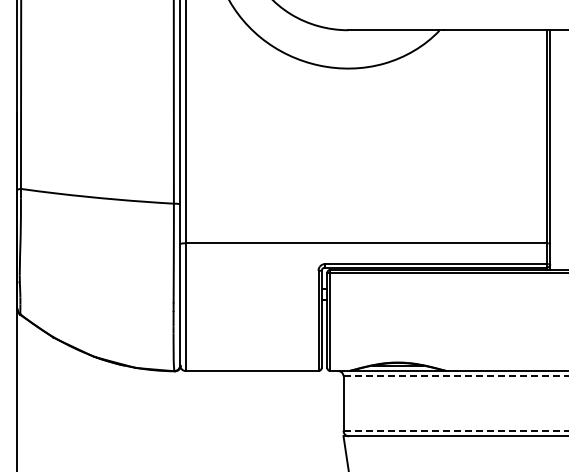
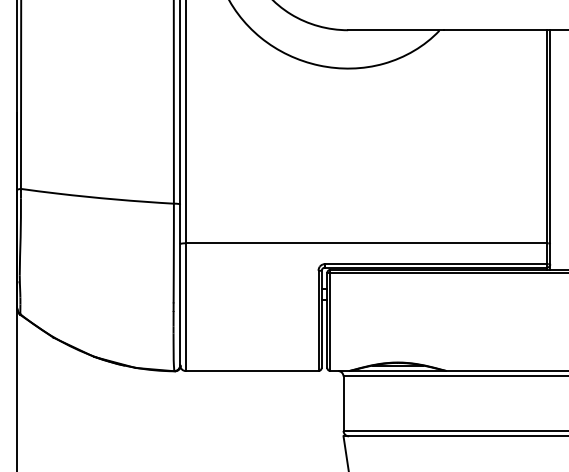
line at (456, 376): dashed -> solid
line at (456, 430): dashed -> solid
